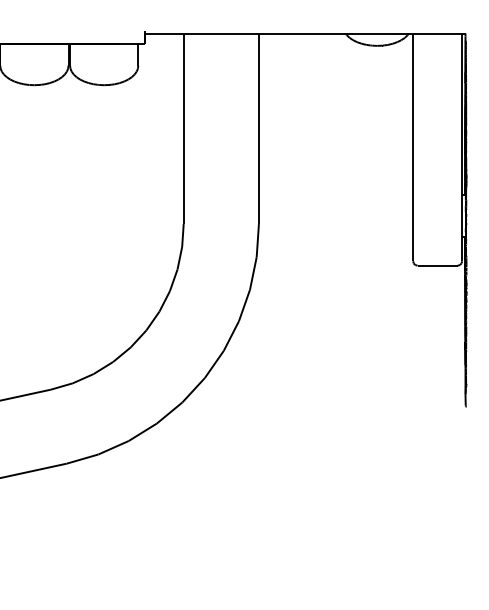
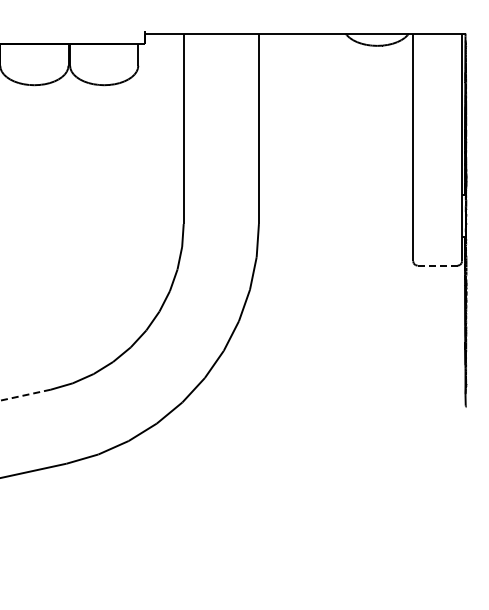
line at (437, 265): solid -> dashed
line at (25, 395): solid -> dashed
